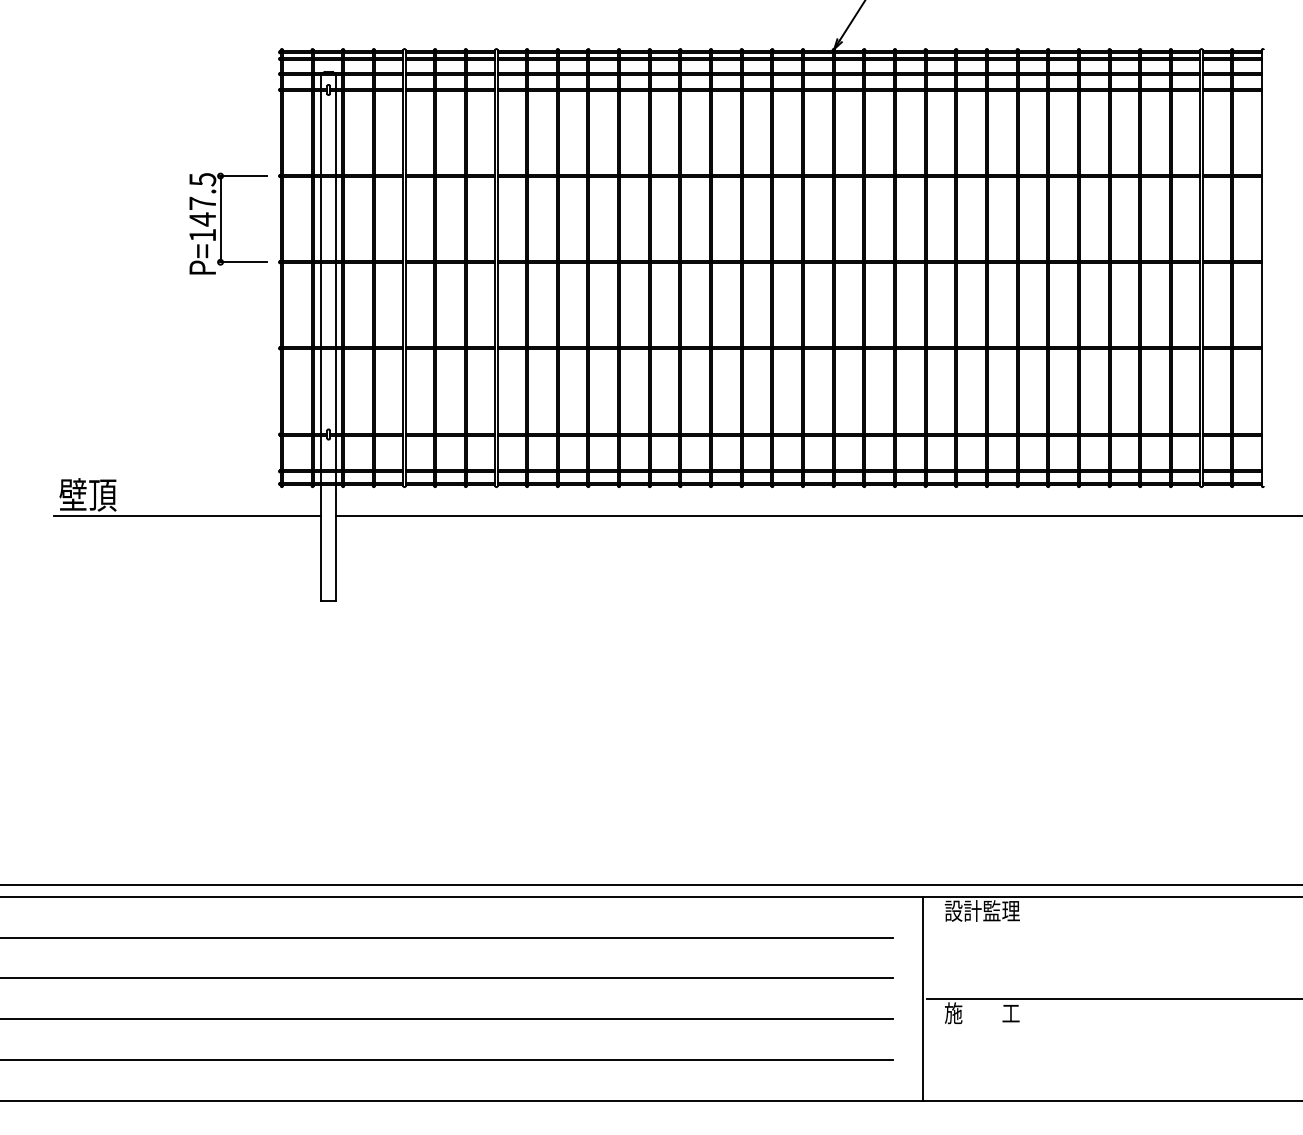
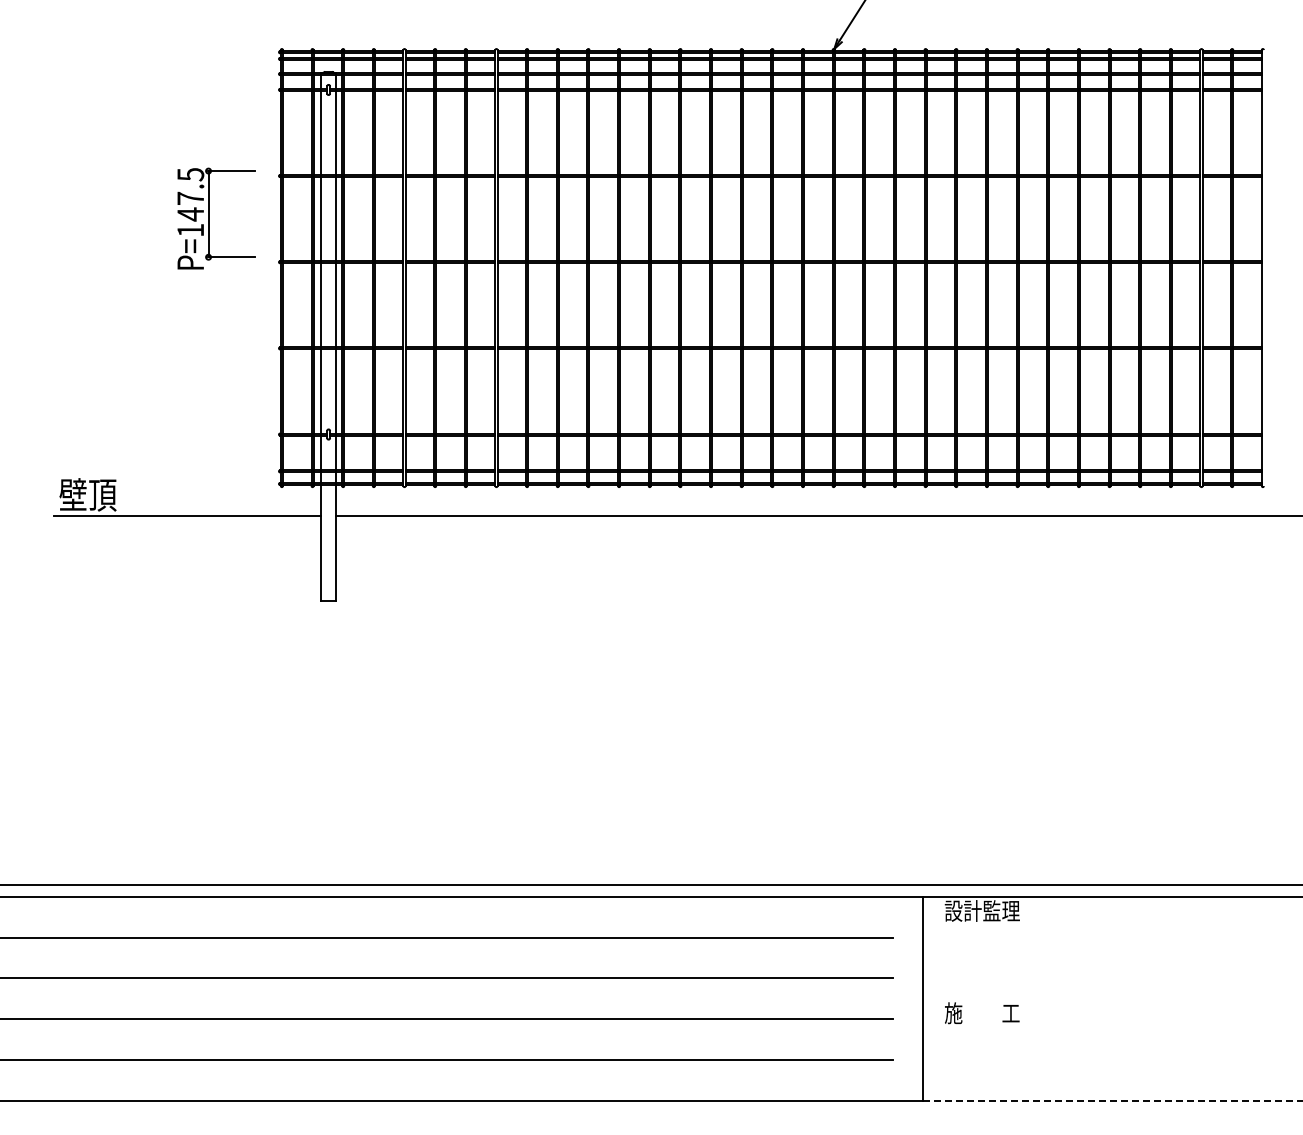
part at (221, 223) position: (221, 223) -> (209, 218)
line at (1113, 998): present -> none
line at (1112, 1101): solid -> dashed
